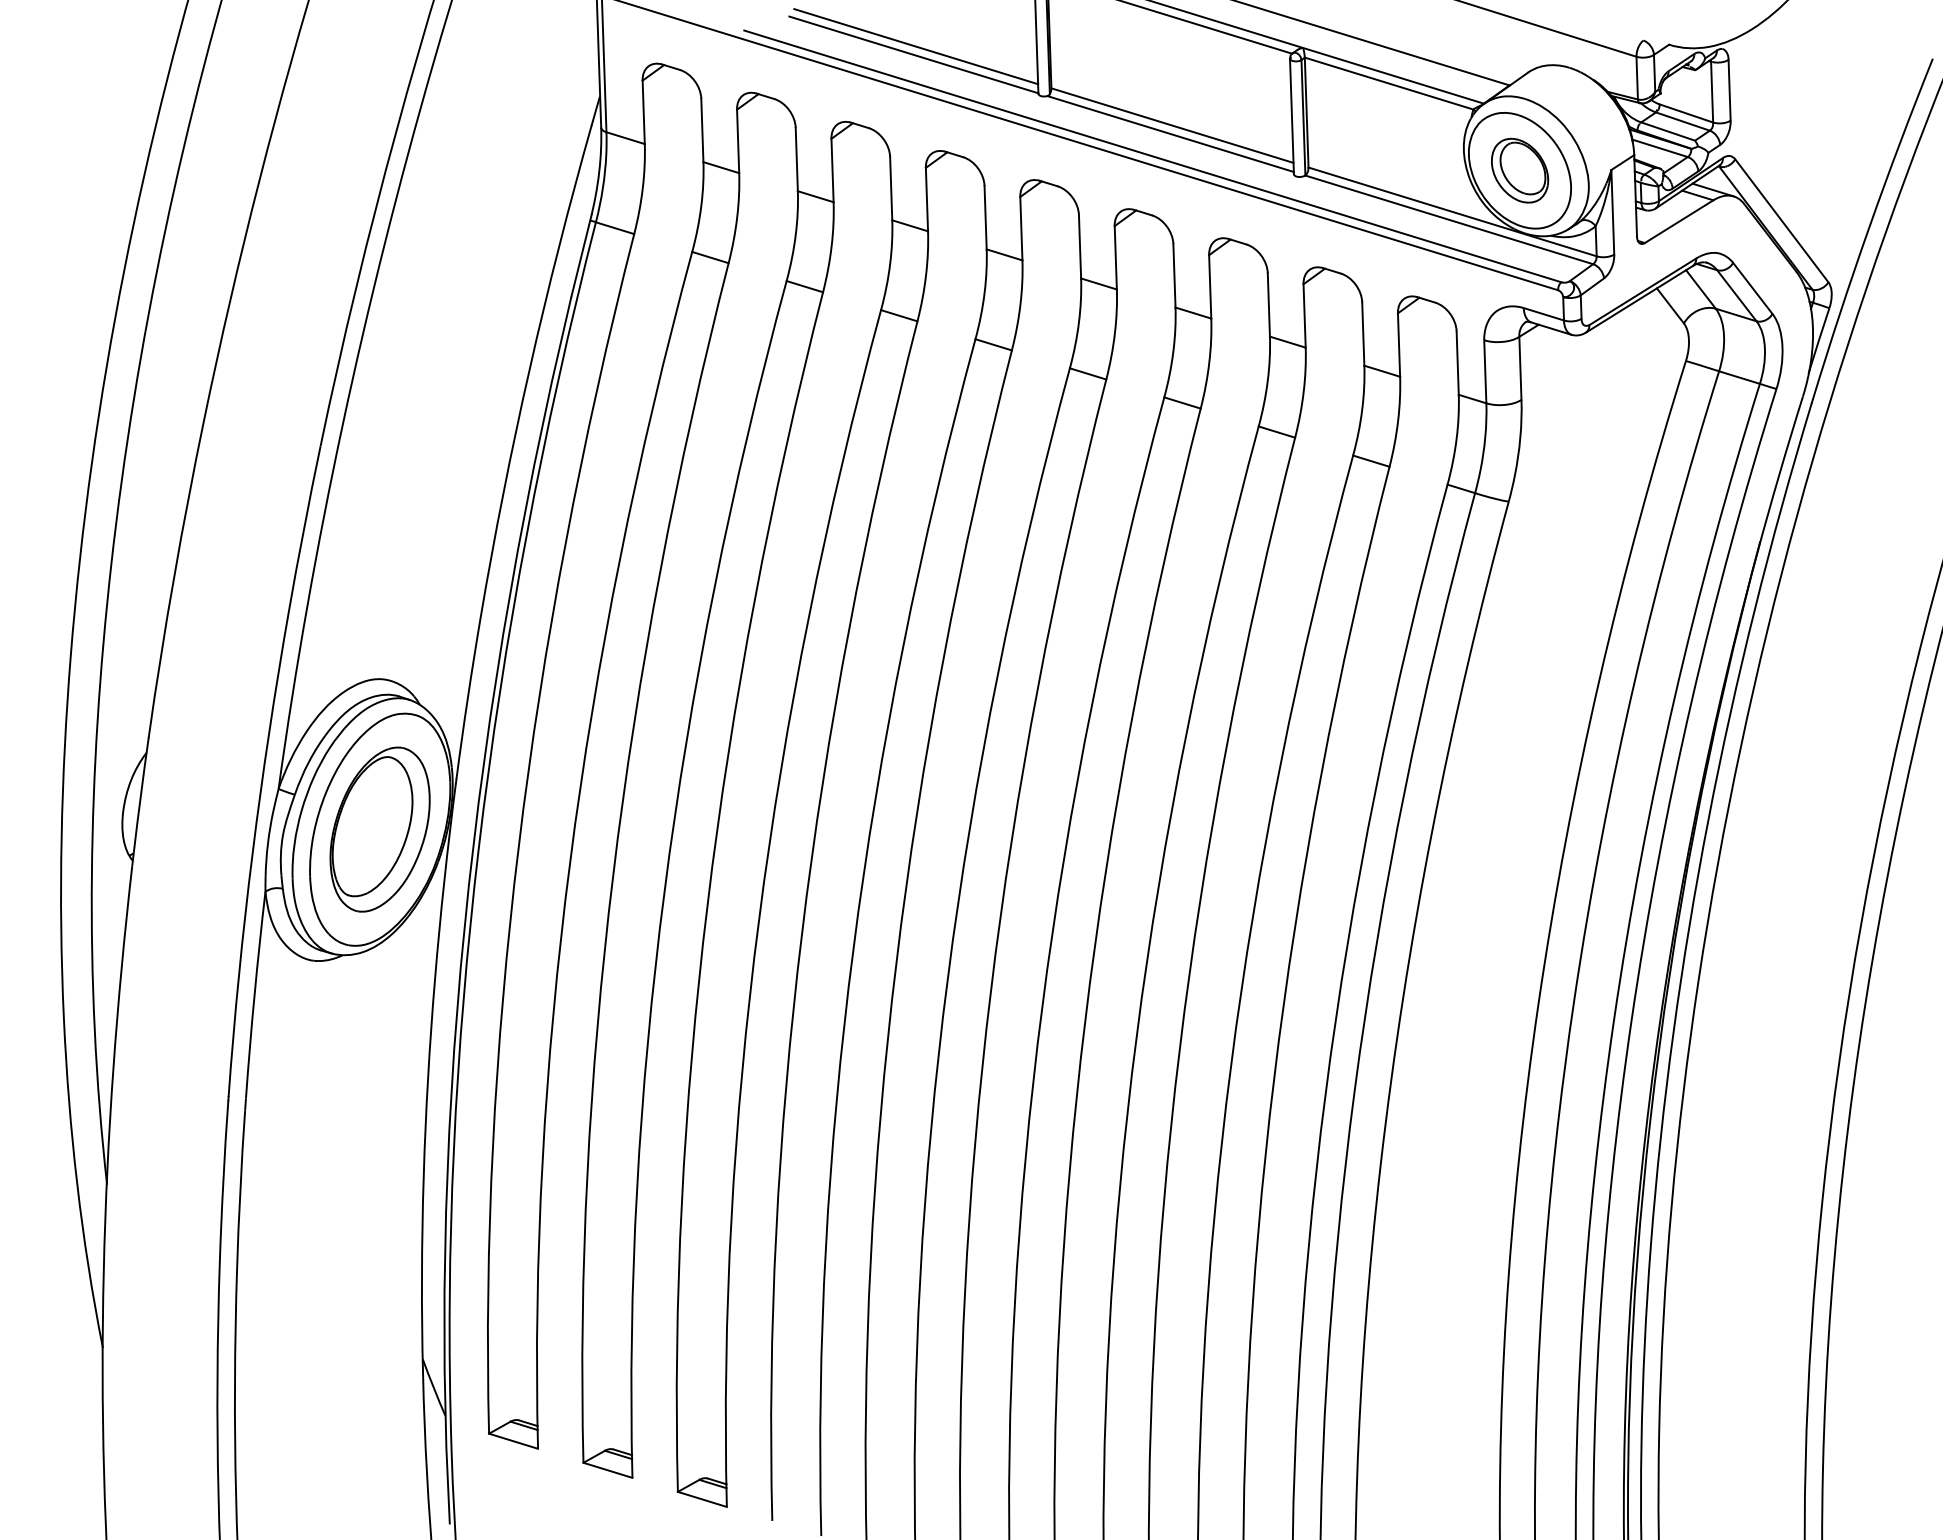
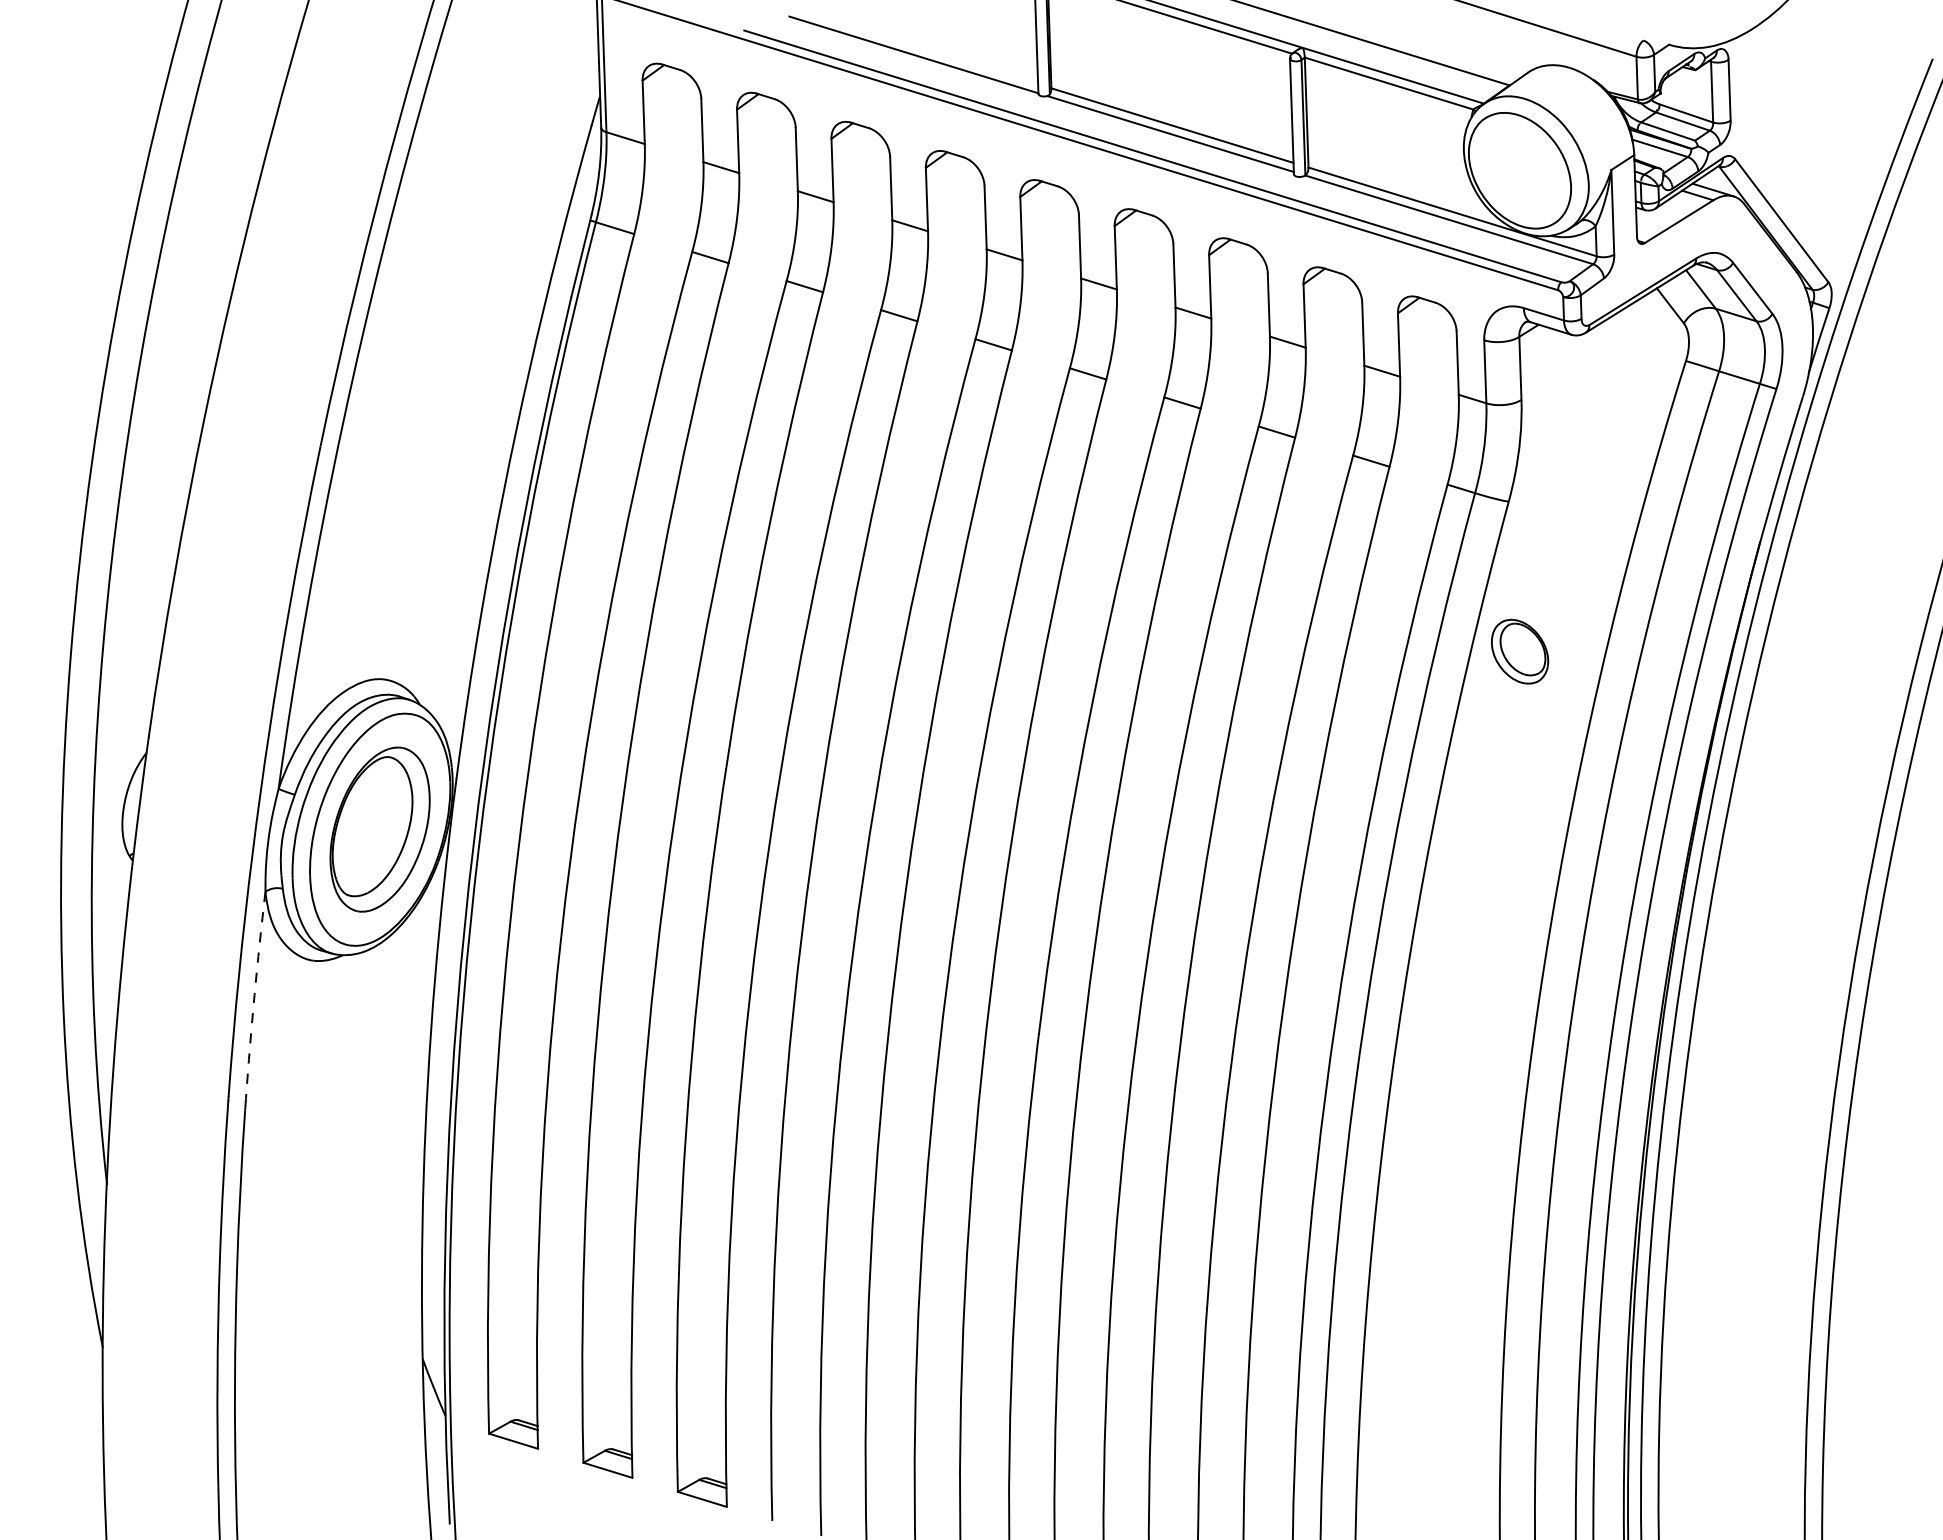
line at (916, 46): present -> none
part at (1520, 170) position: (1520, 170) -> (1520, 651)
arc at (254, 995): solid -> dashed
